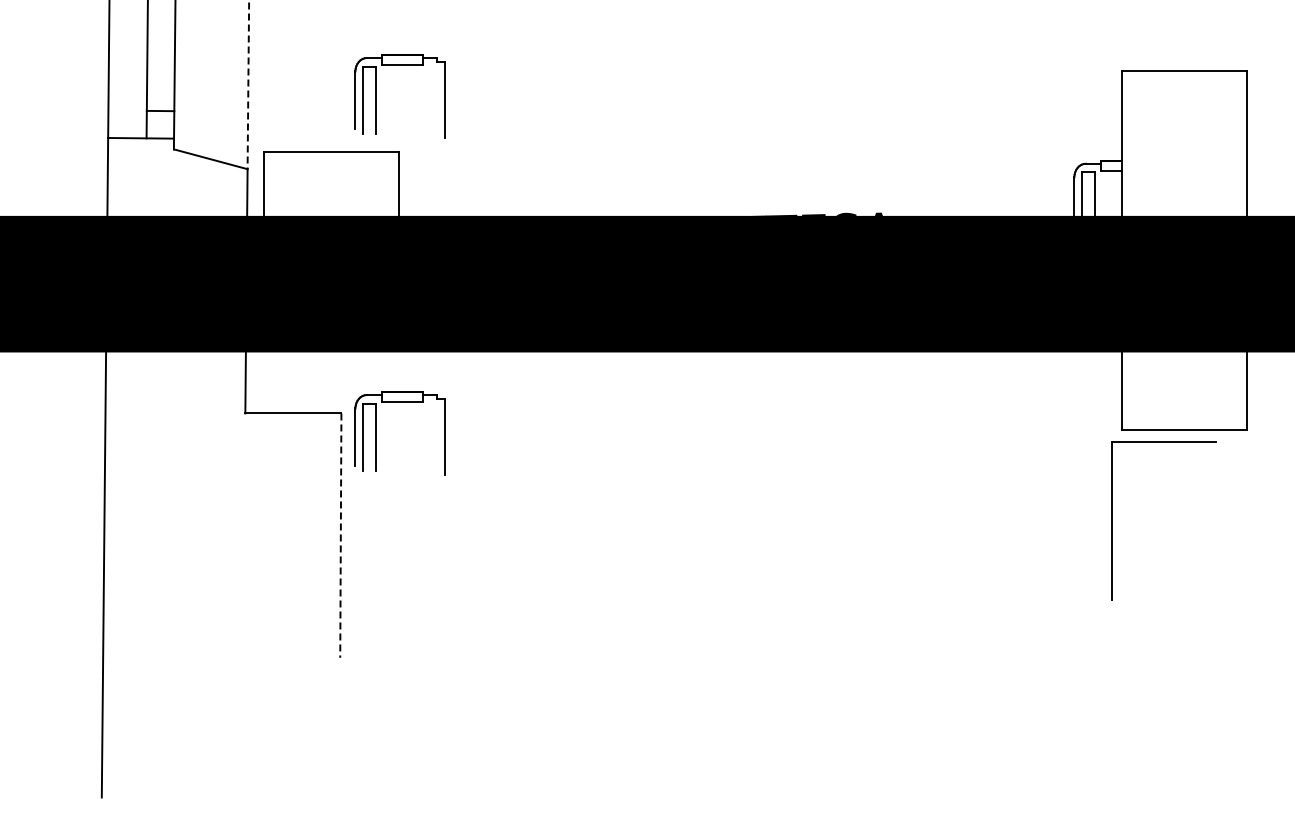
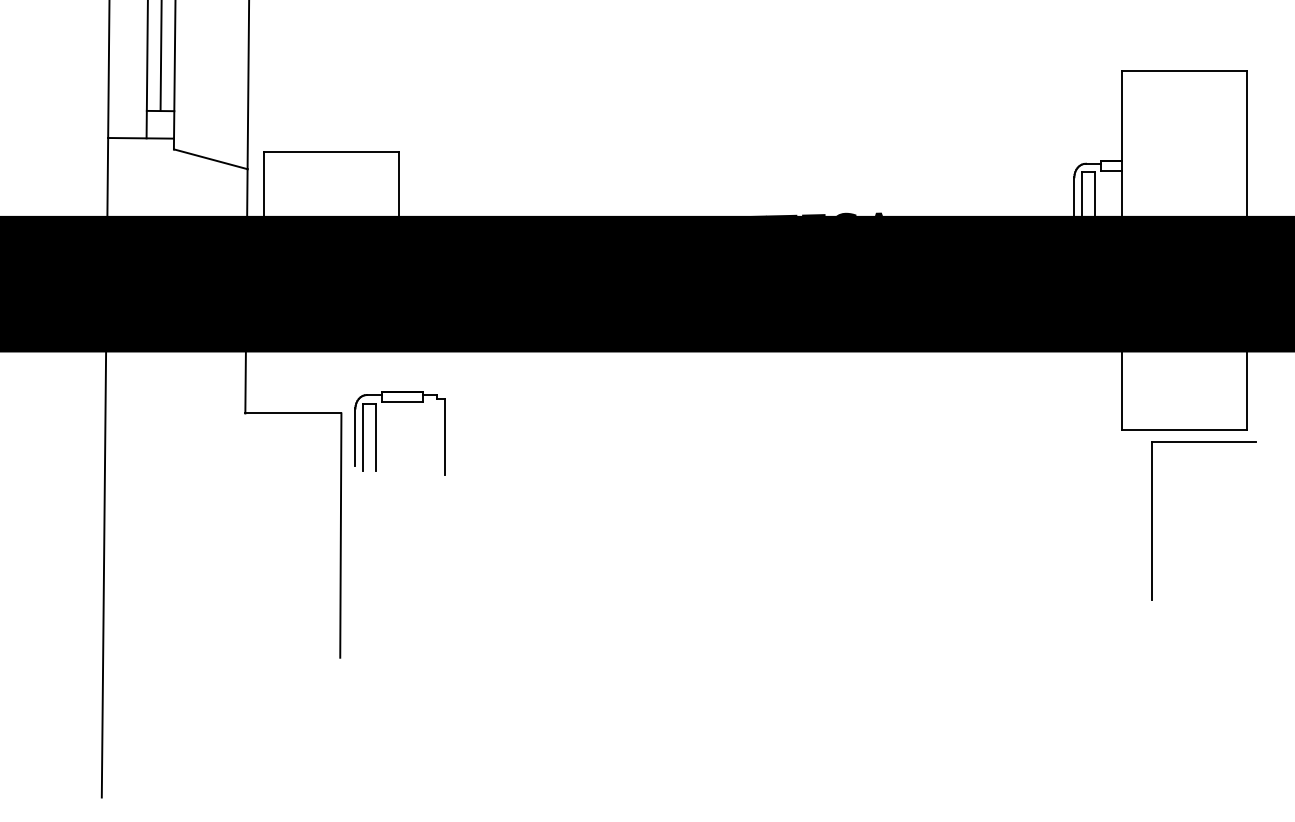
line at (160, 56): none -> present
line at (248, 85): dashed -> solid
part at (376, 96): present -> none
part at (1112, 520) position: (1112, 520) -> (1152, 520)
line at (340, 536): dashed -> solid
